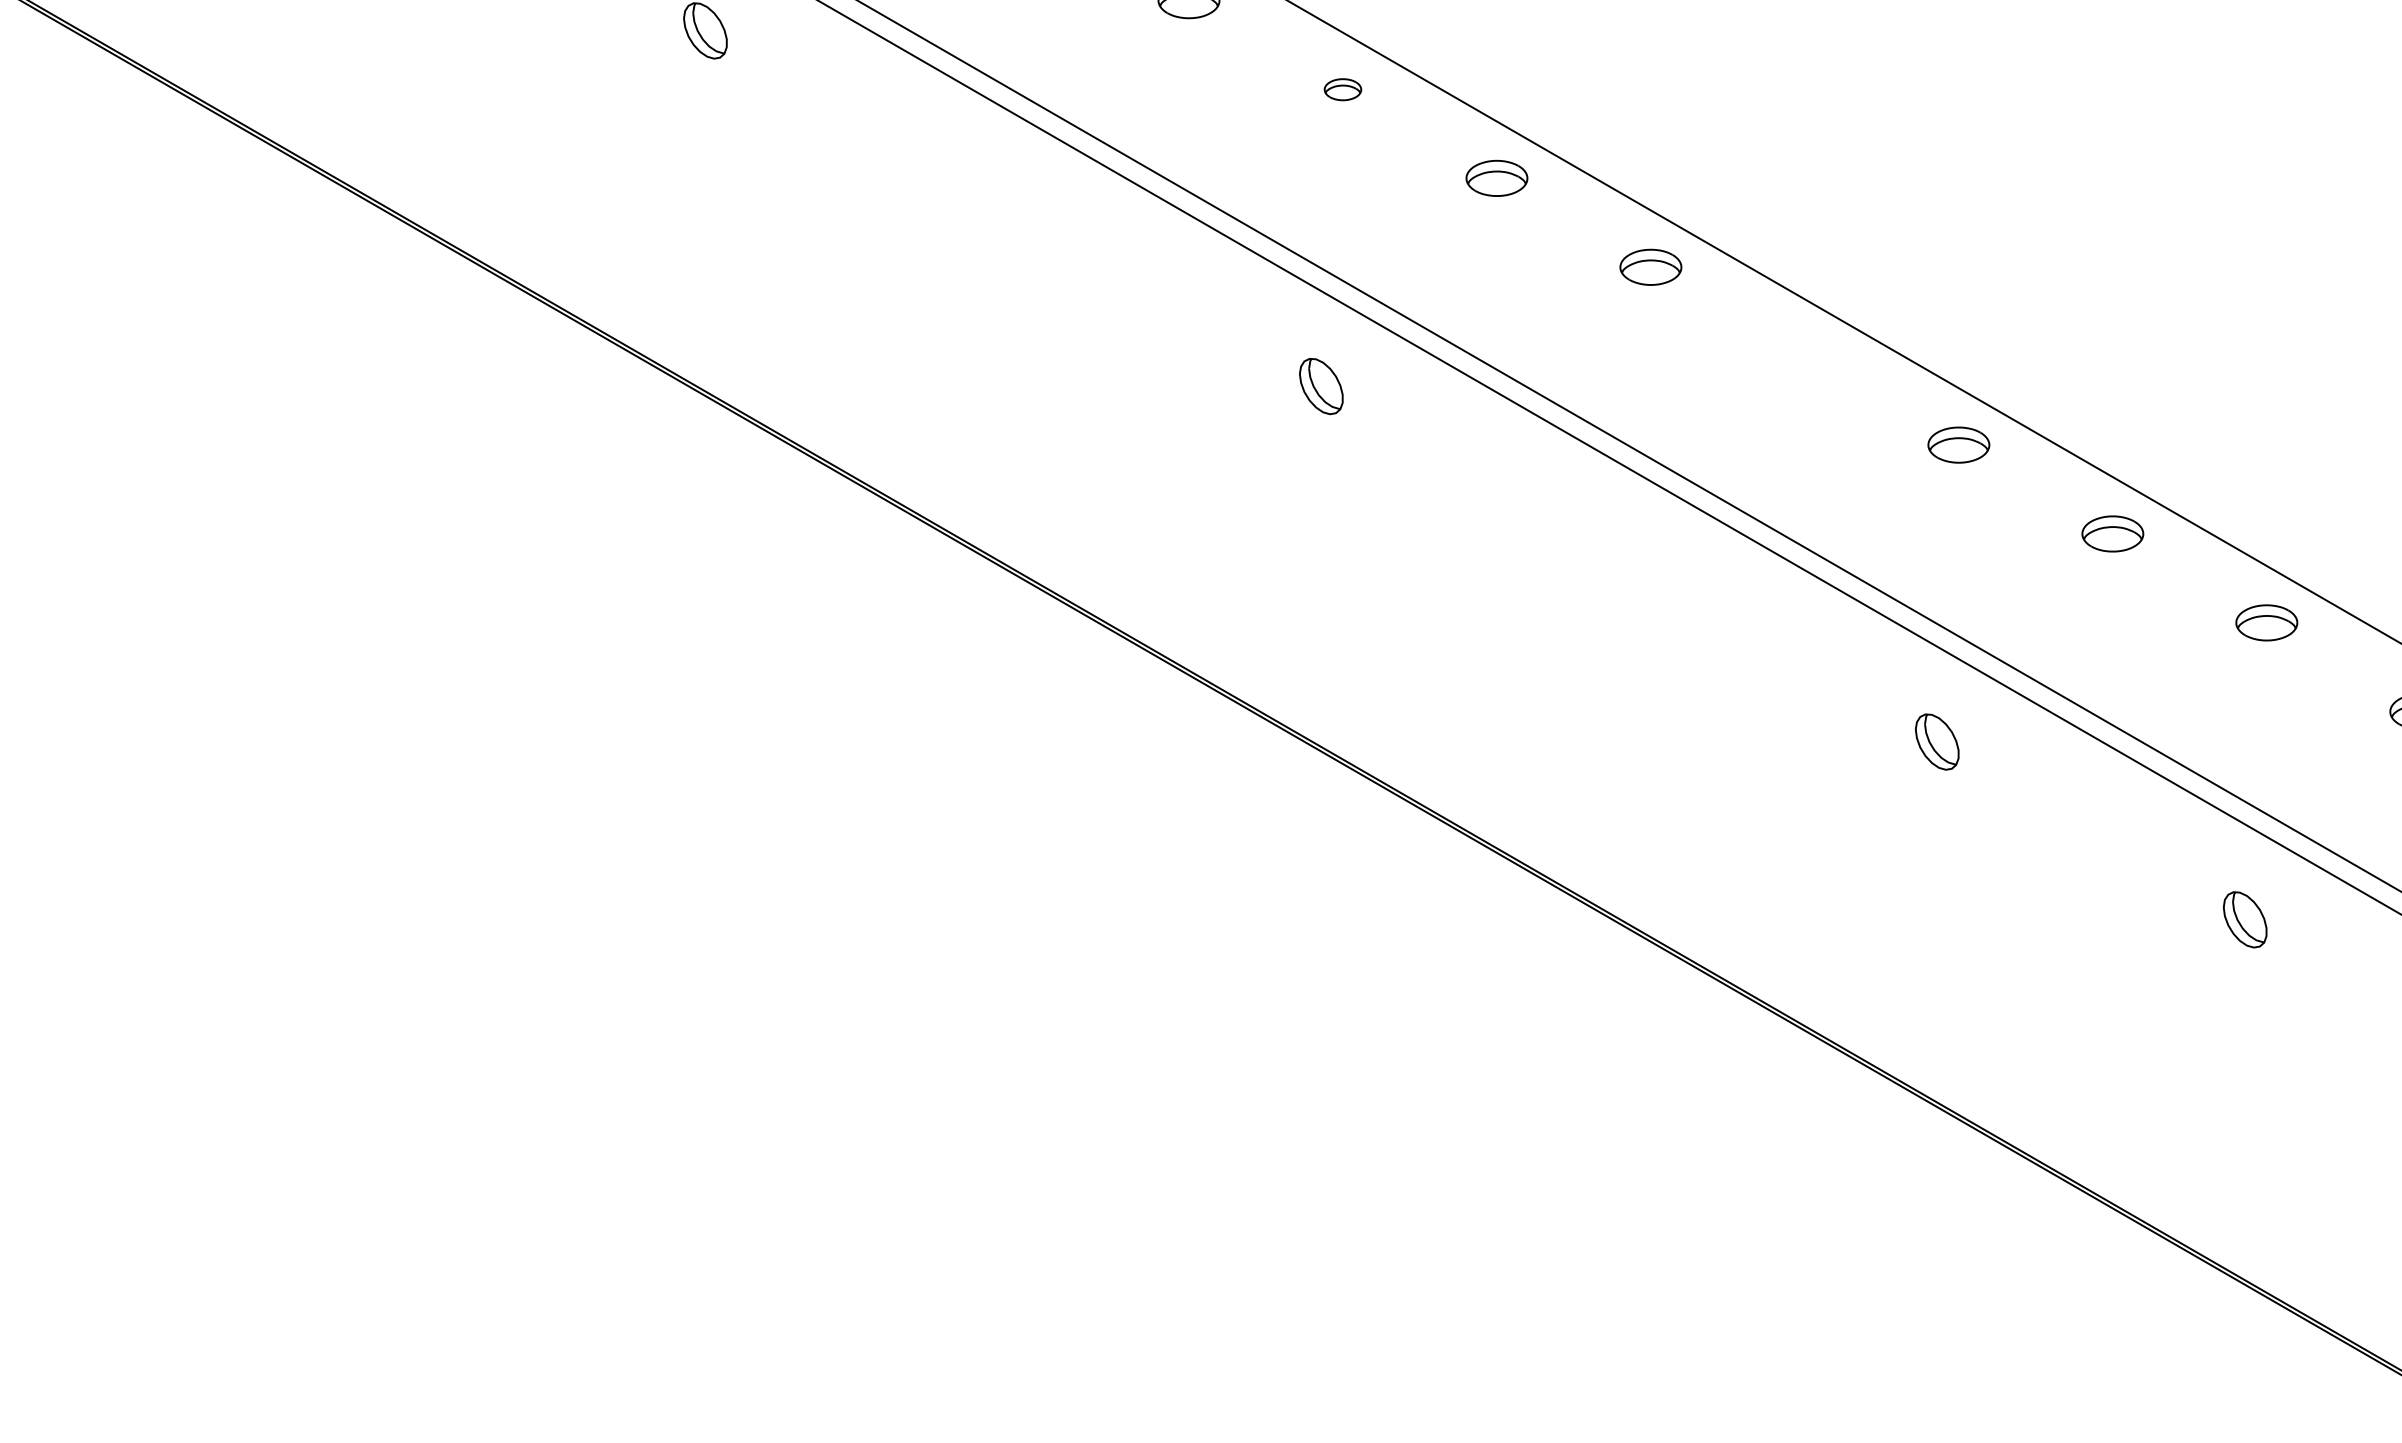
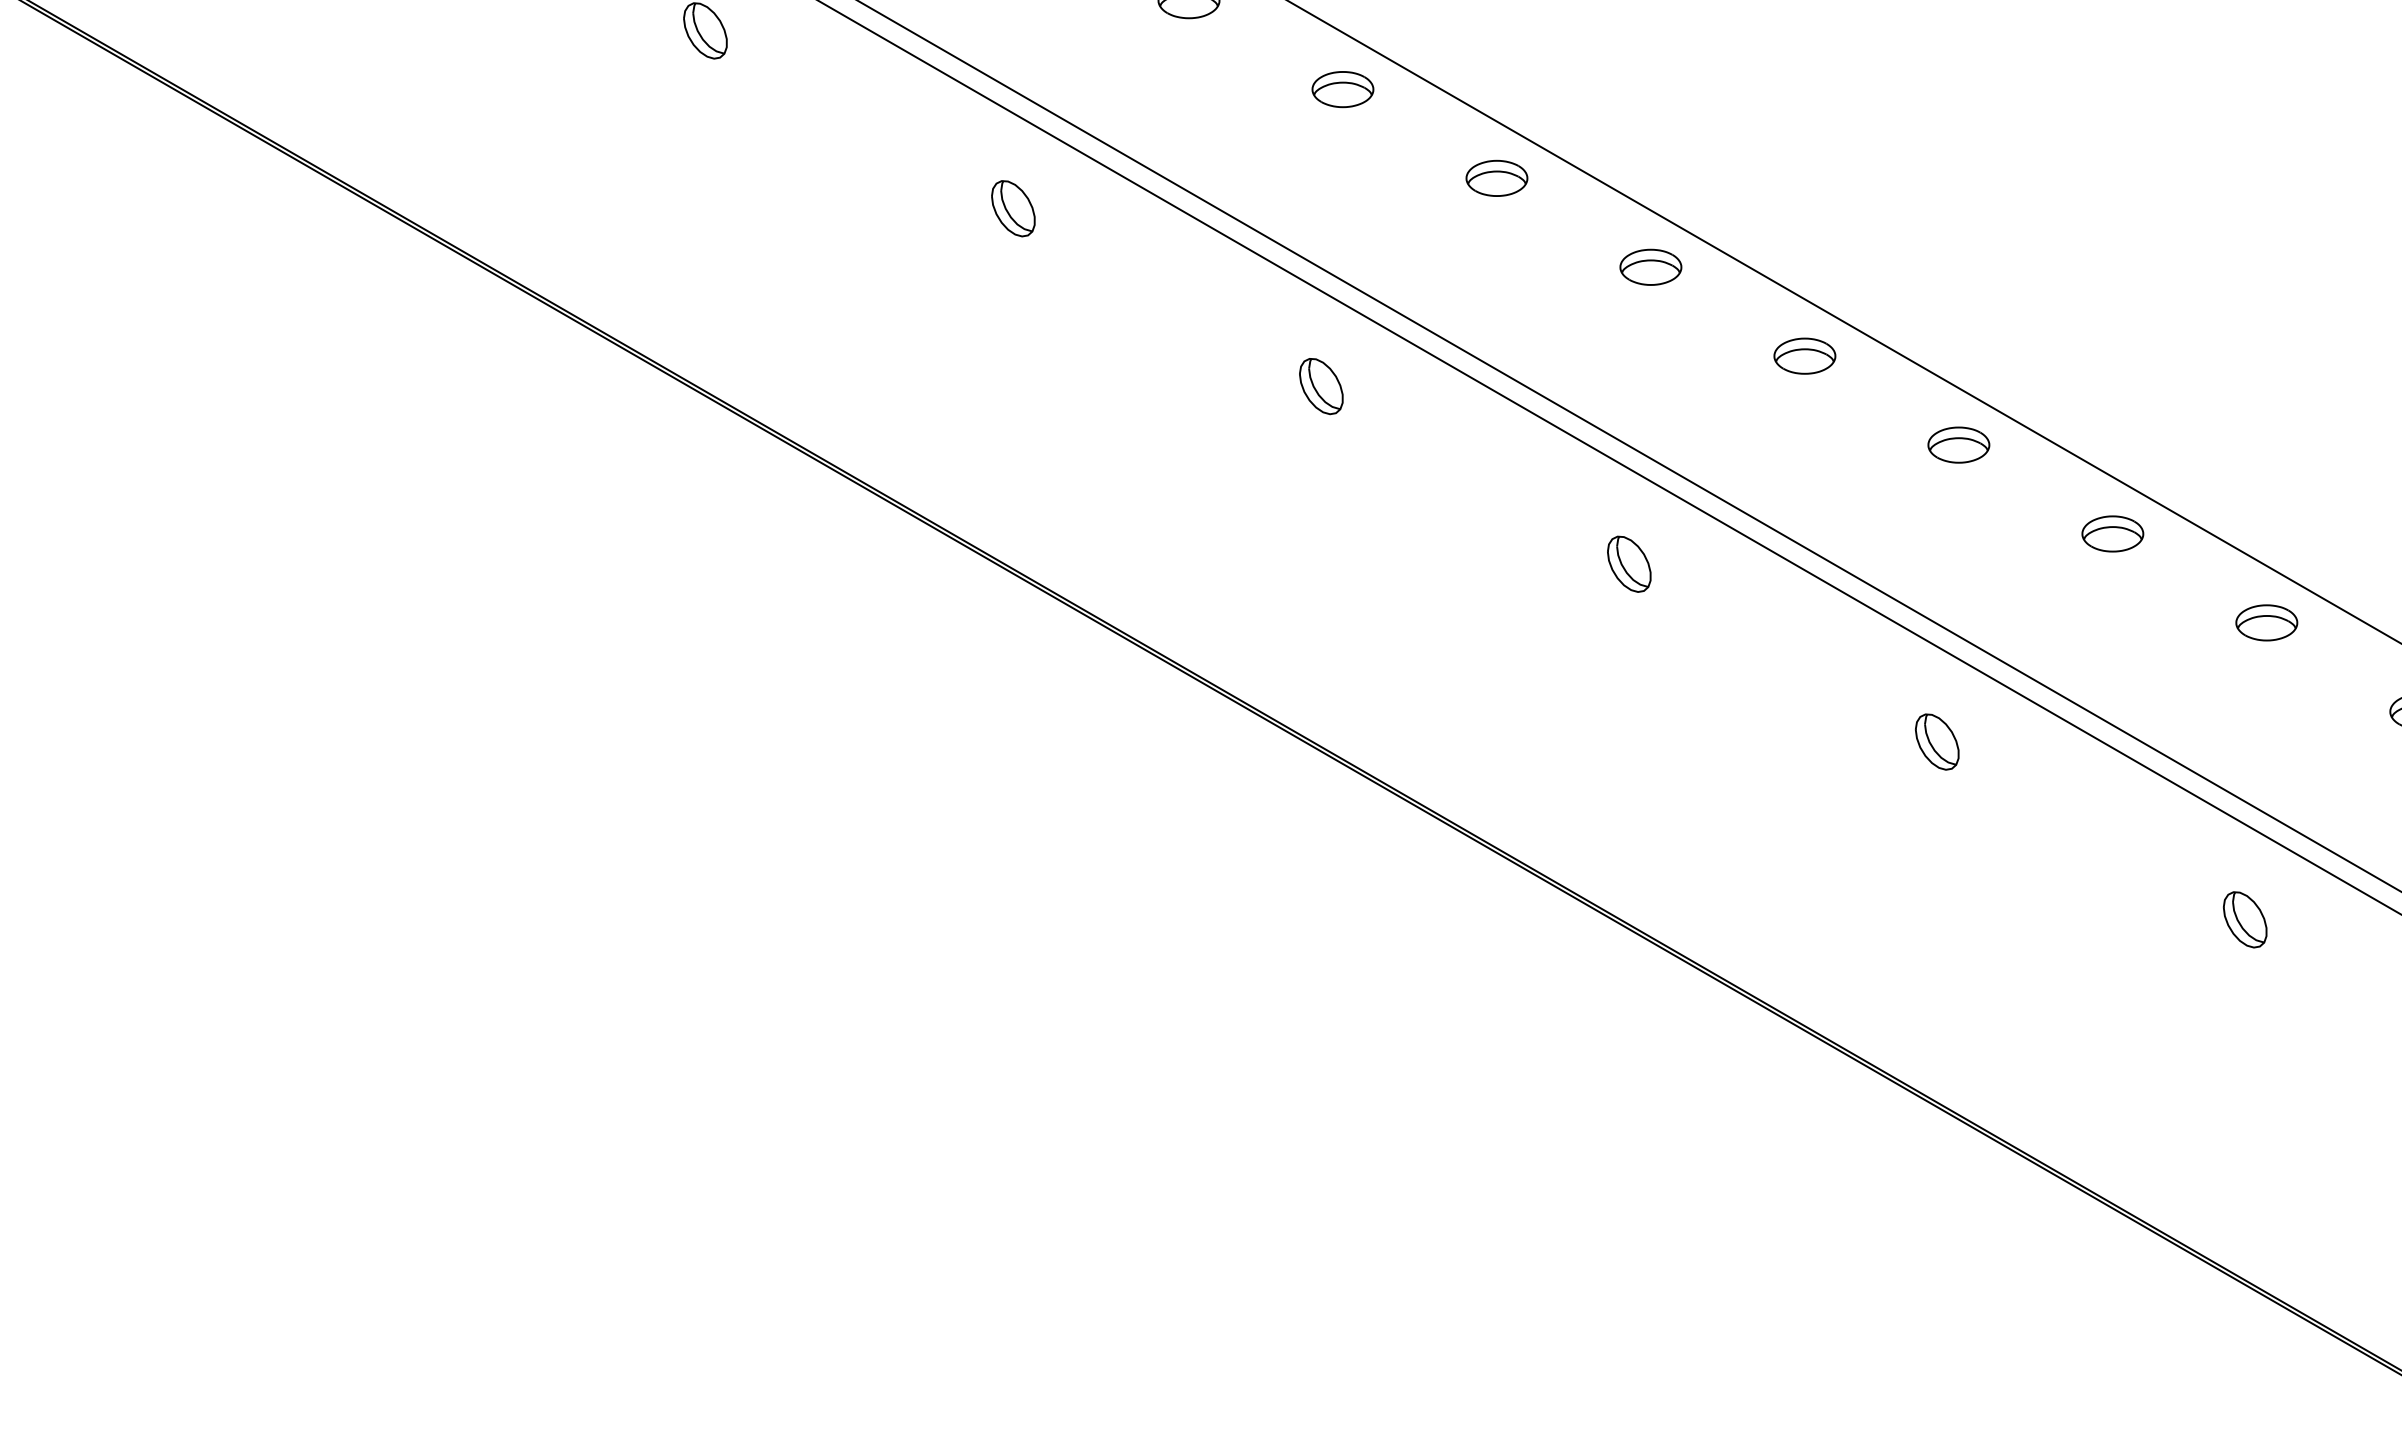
part at (1342, 89) size: 40x24 px -> 64x38 px
part at (1013, 208): none -> present
part at (1804, 355): none -> present
part at (1629, 563): none -> present
